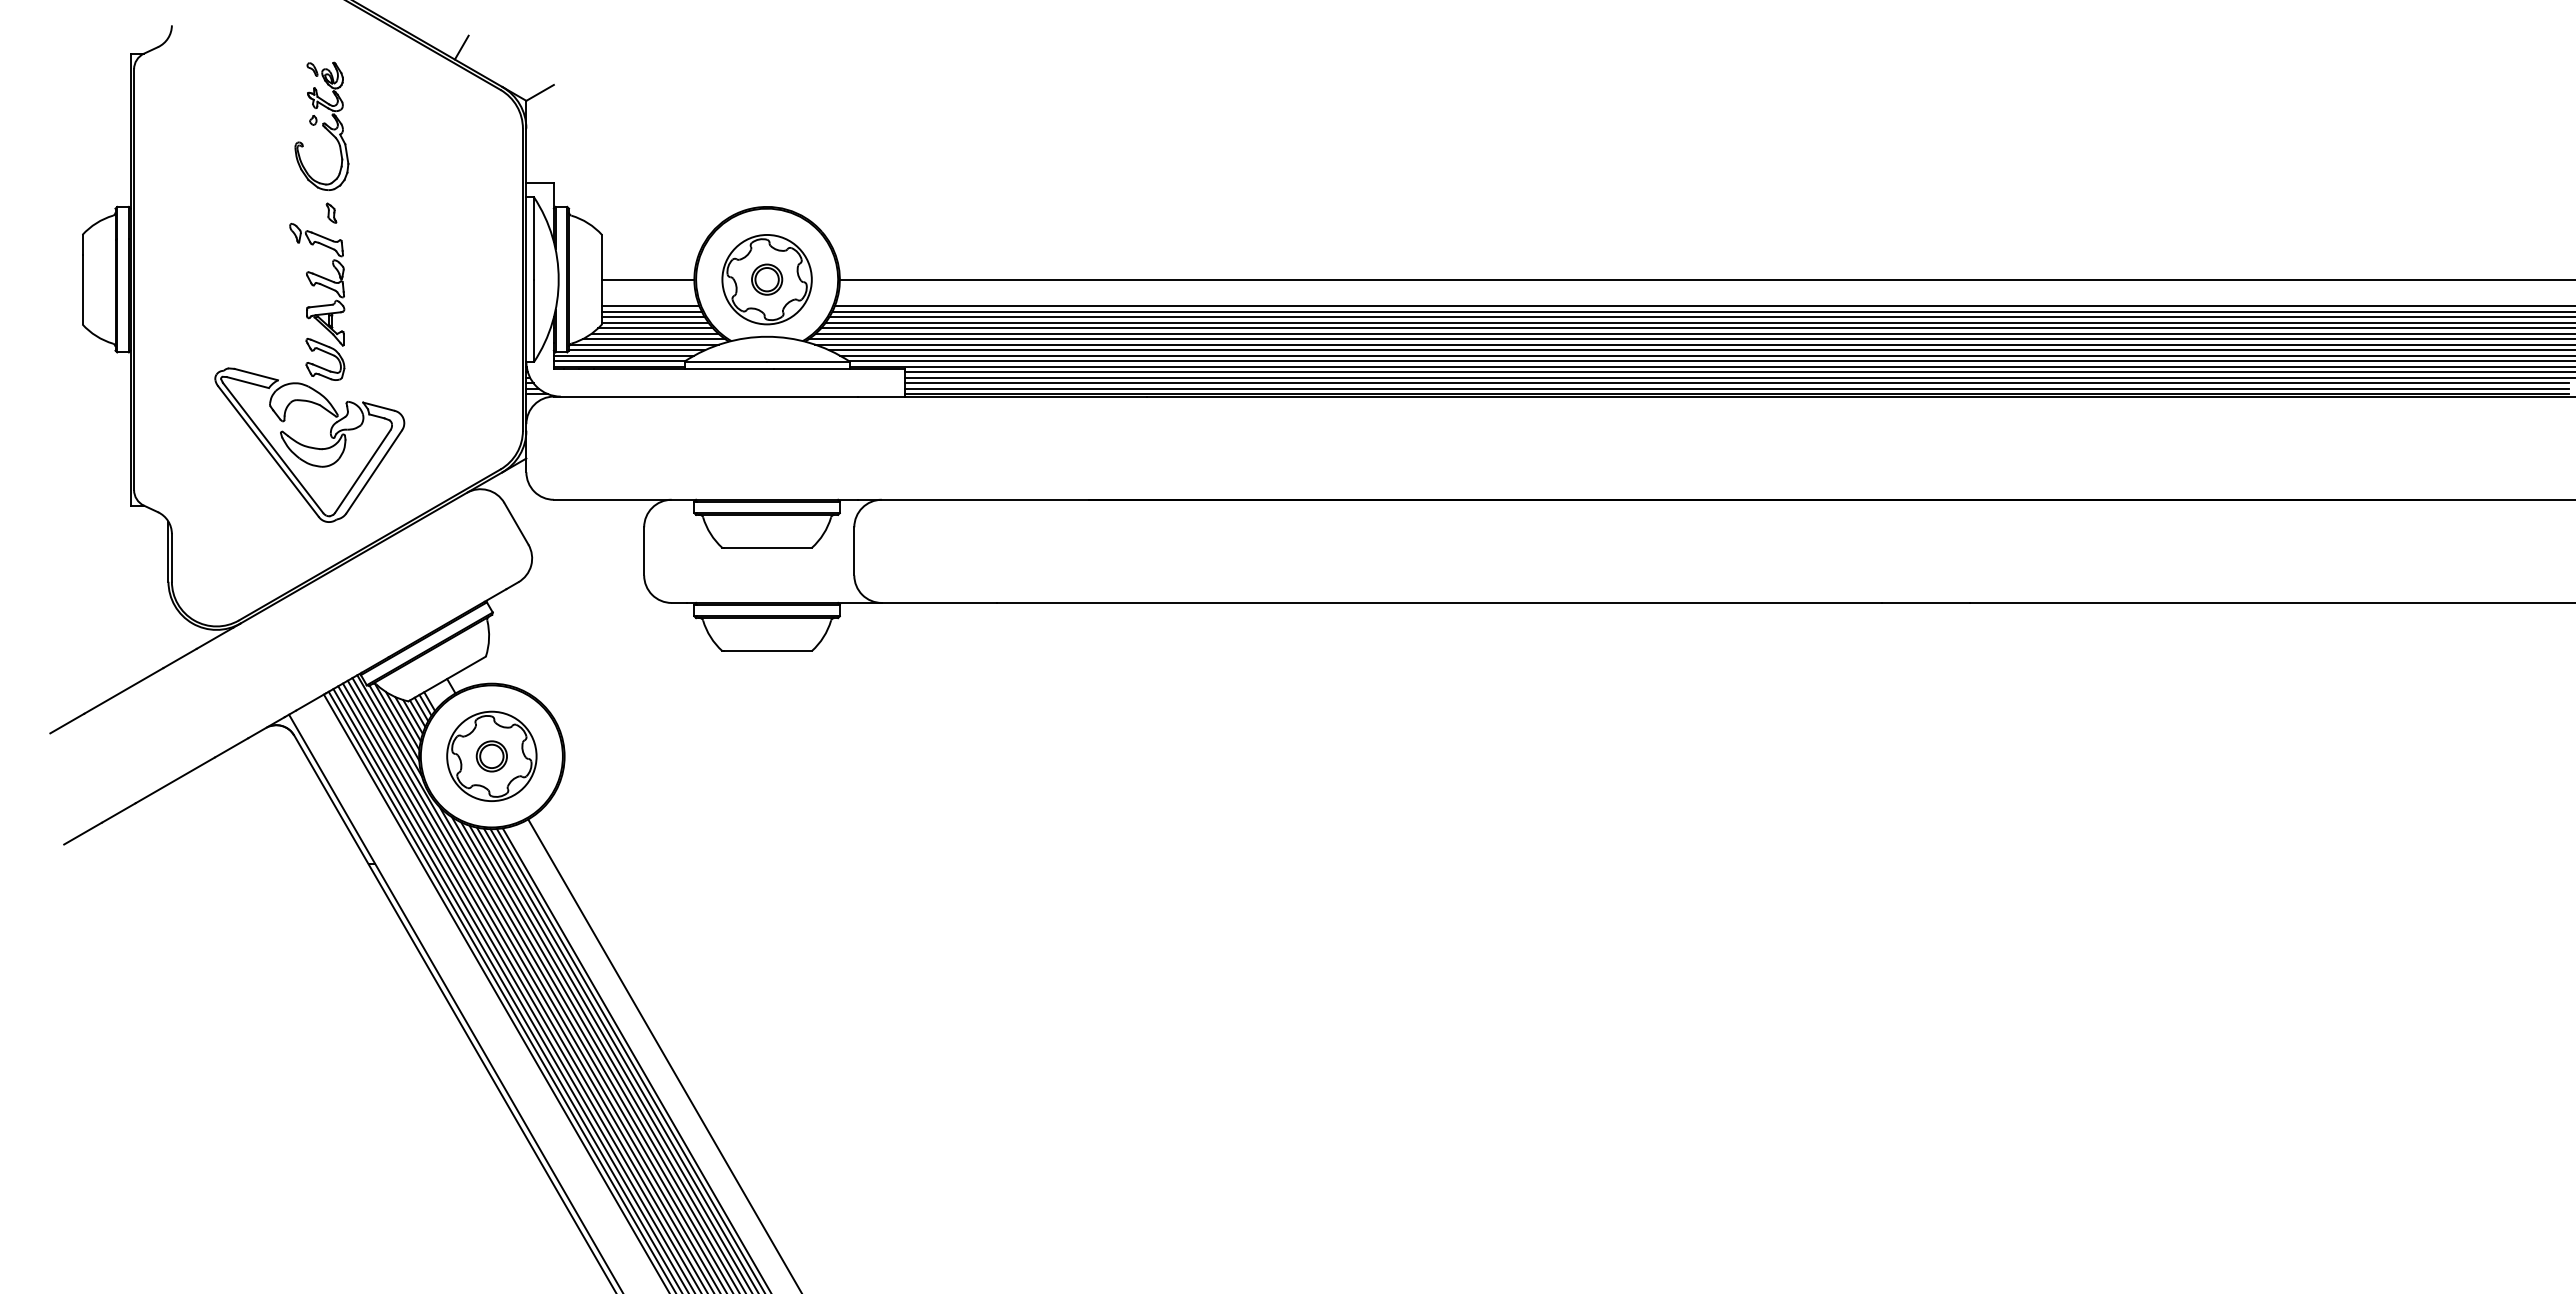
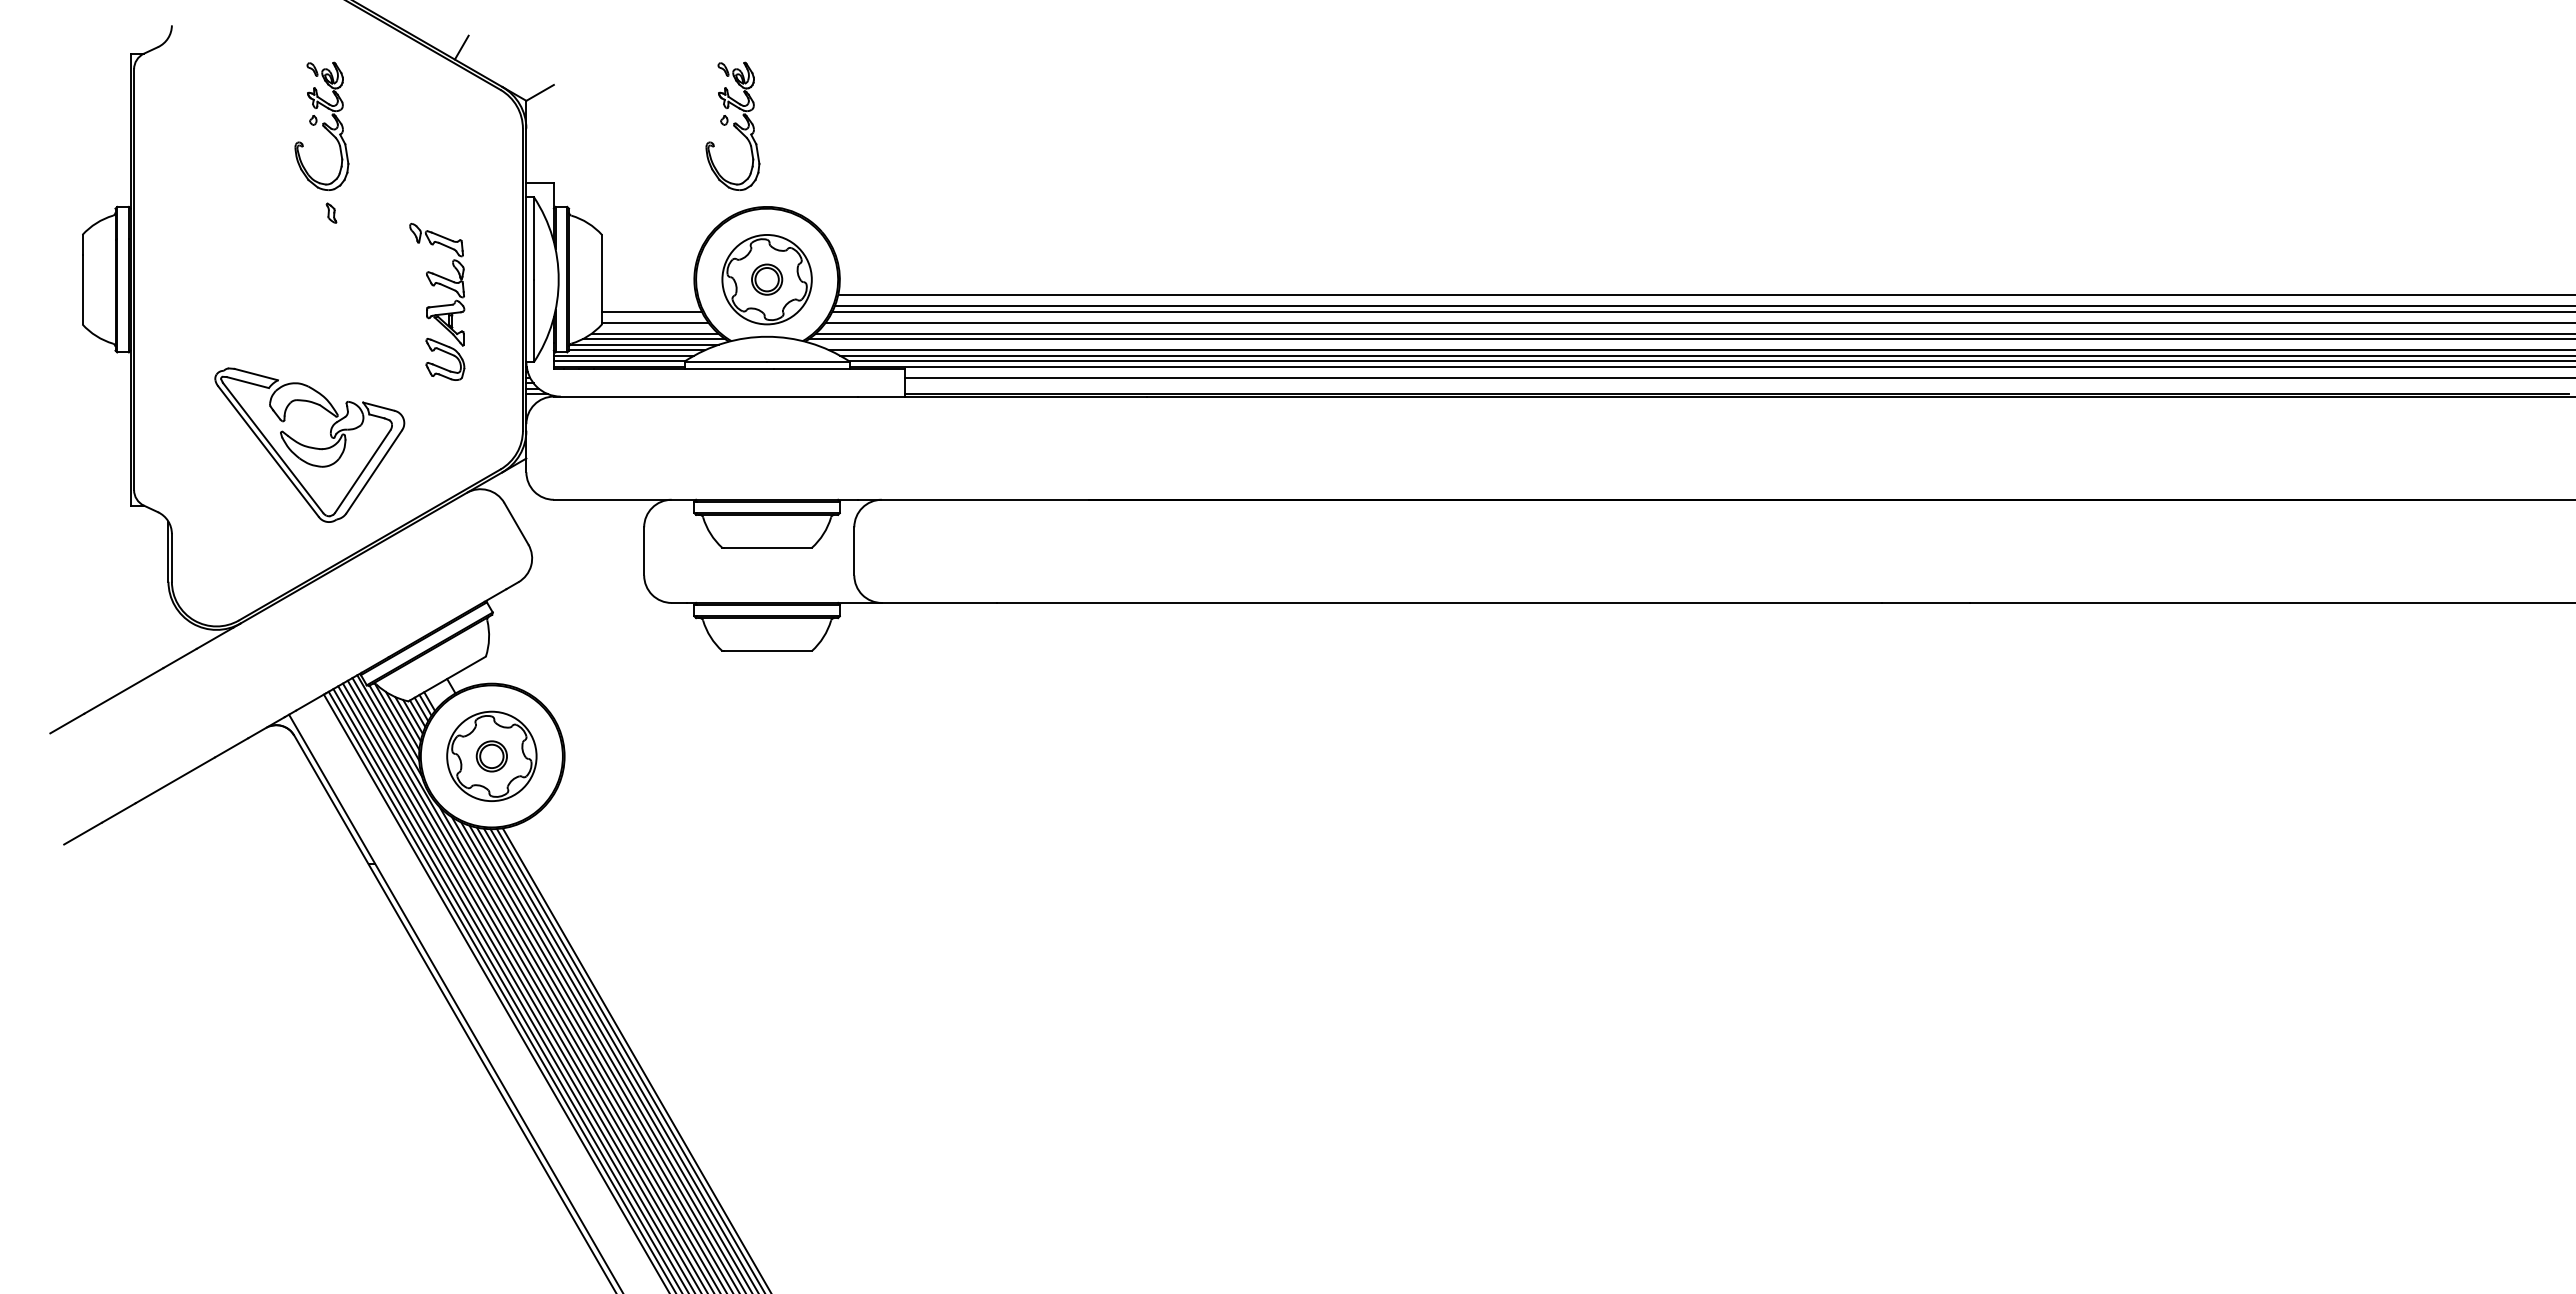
part at (732, 125): none -> present
line at (648, 279): present -> none
line at (1705, 279) position: (1705, 279) -> (1705, 294)
part at (317, 301) position: (317, 301) -> (437, 301)
line at (650, 306): present -> none
line at (653, 317): present -> none
line at (1700, 317): present -> none
line at (655, 328): present -> none
line at (1696, 328): present -> none
line at (1693, 344): present -> none
line at (1738, 372): present -> none
line at (1736, 383): present -> none
line at (1736, 388): present -> none
line at (664, 1054): present -> none
